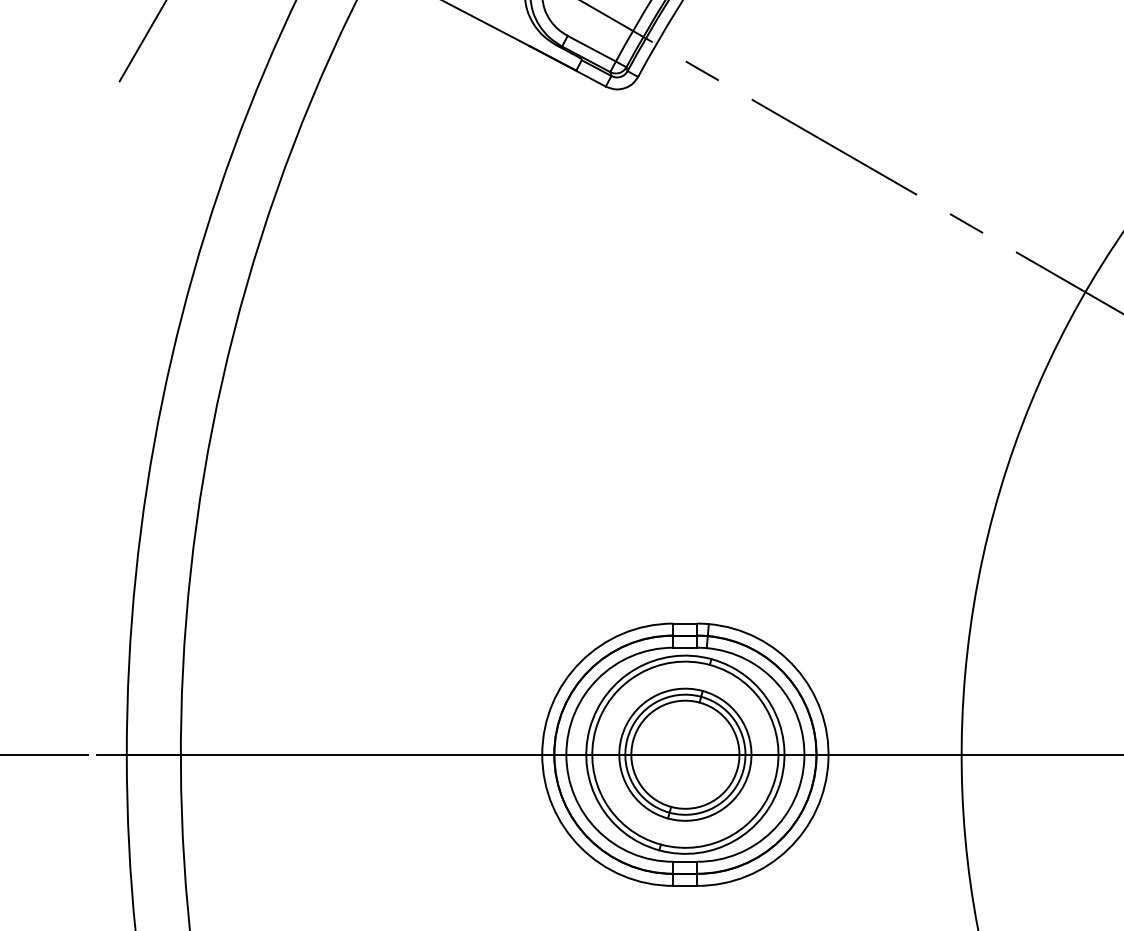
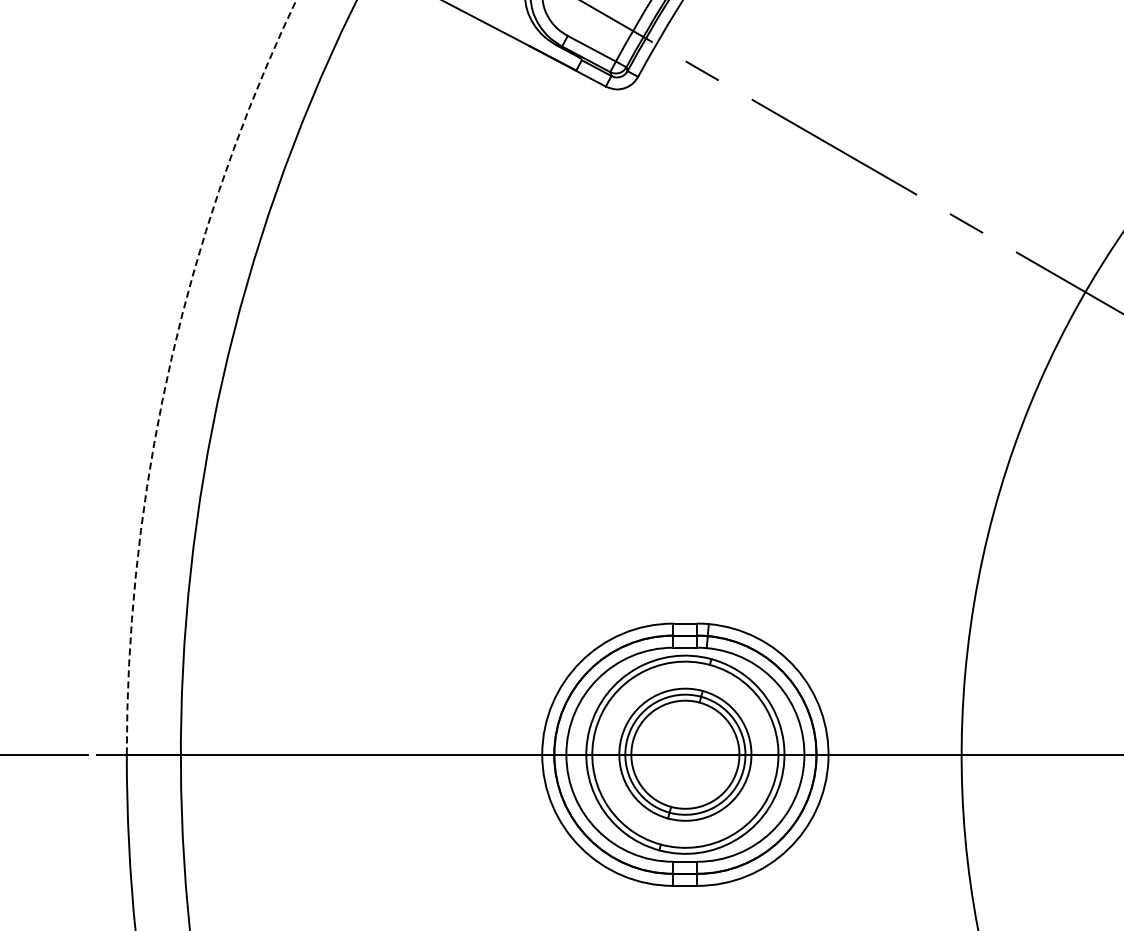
line at (142, 41): present -> none
arc at (168, 371): solid -> dashed
